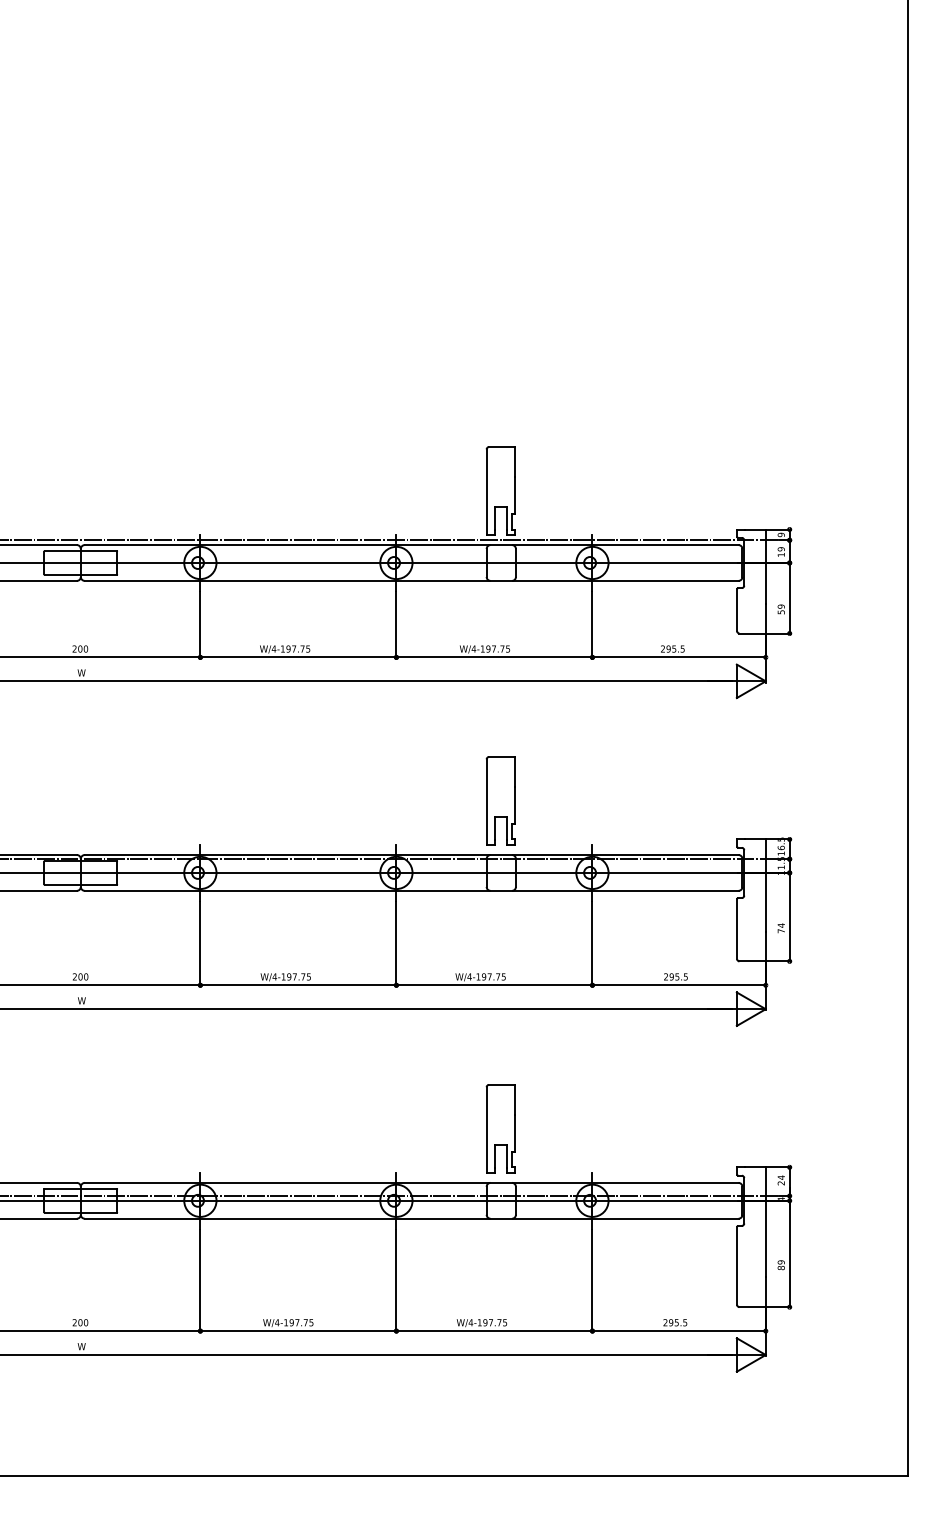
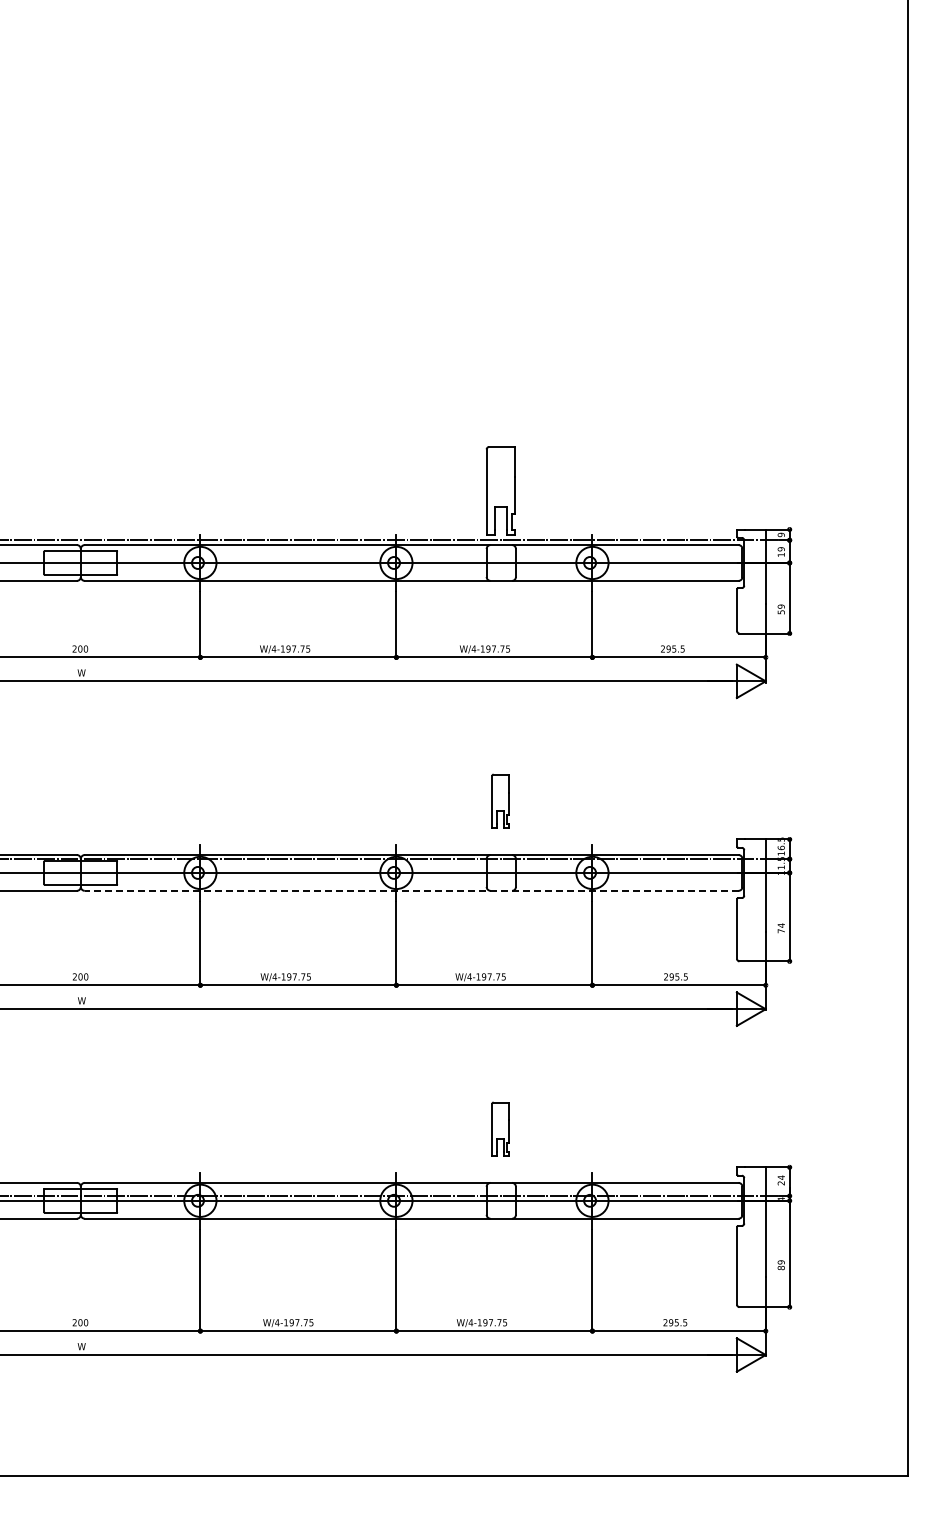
part at (500, 800) size: 31x90 px -> 19x56 px
line at (411, 890): solid -> dashed
part at (500, 1128) size: 31x90 px -> 19x56 px
